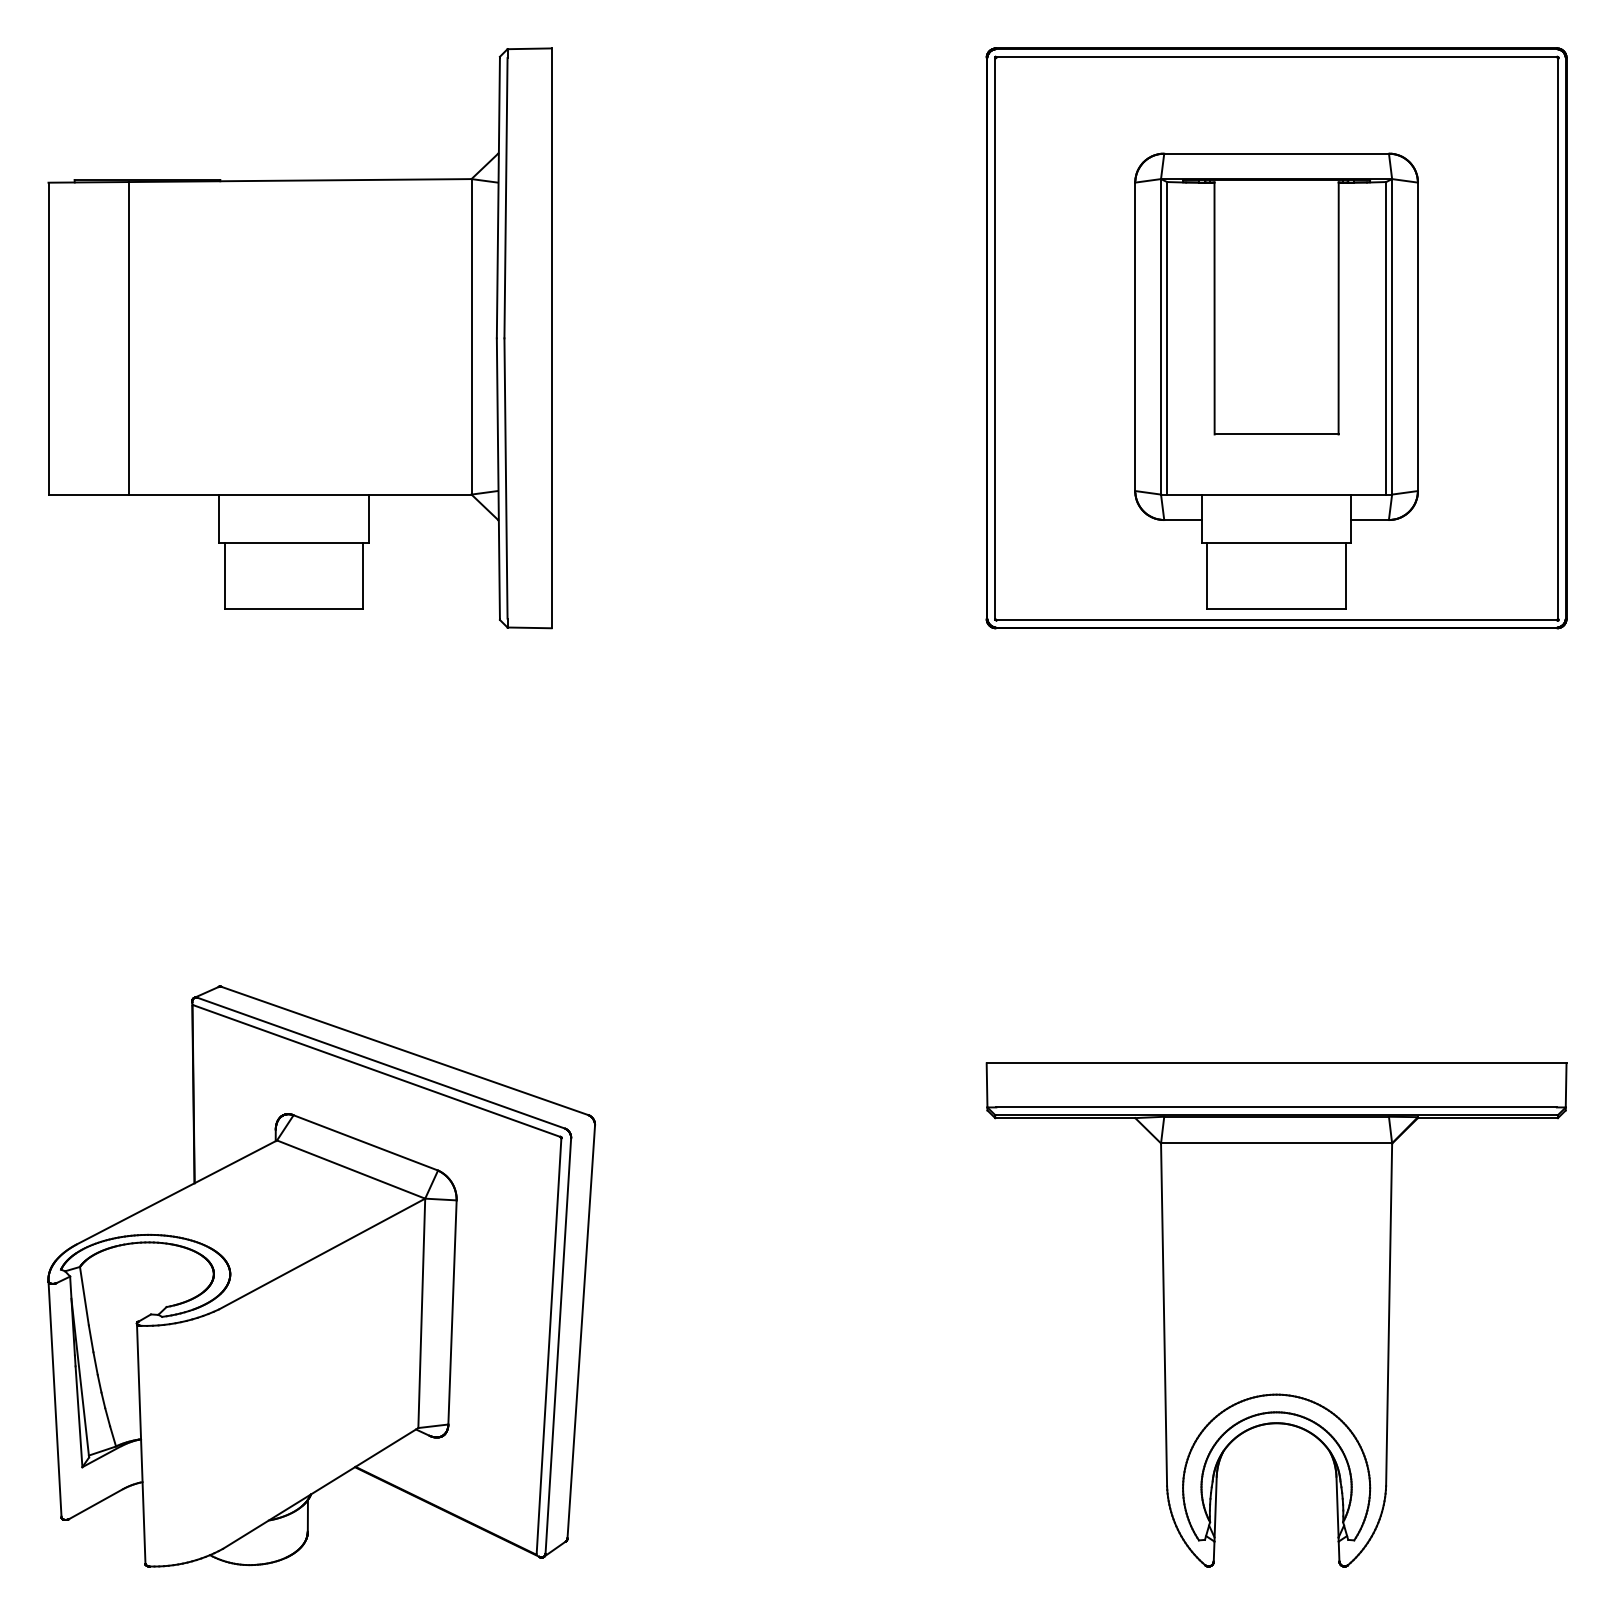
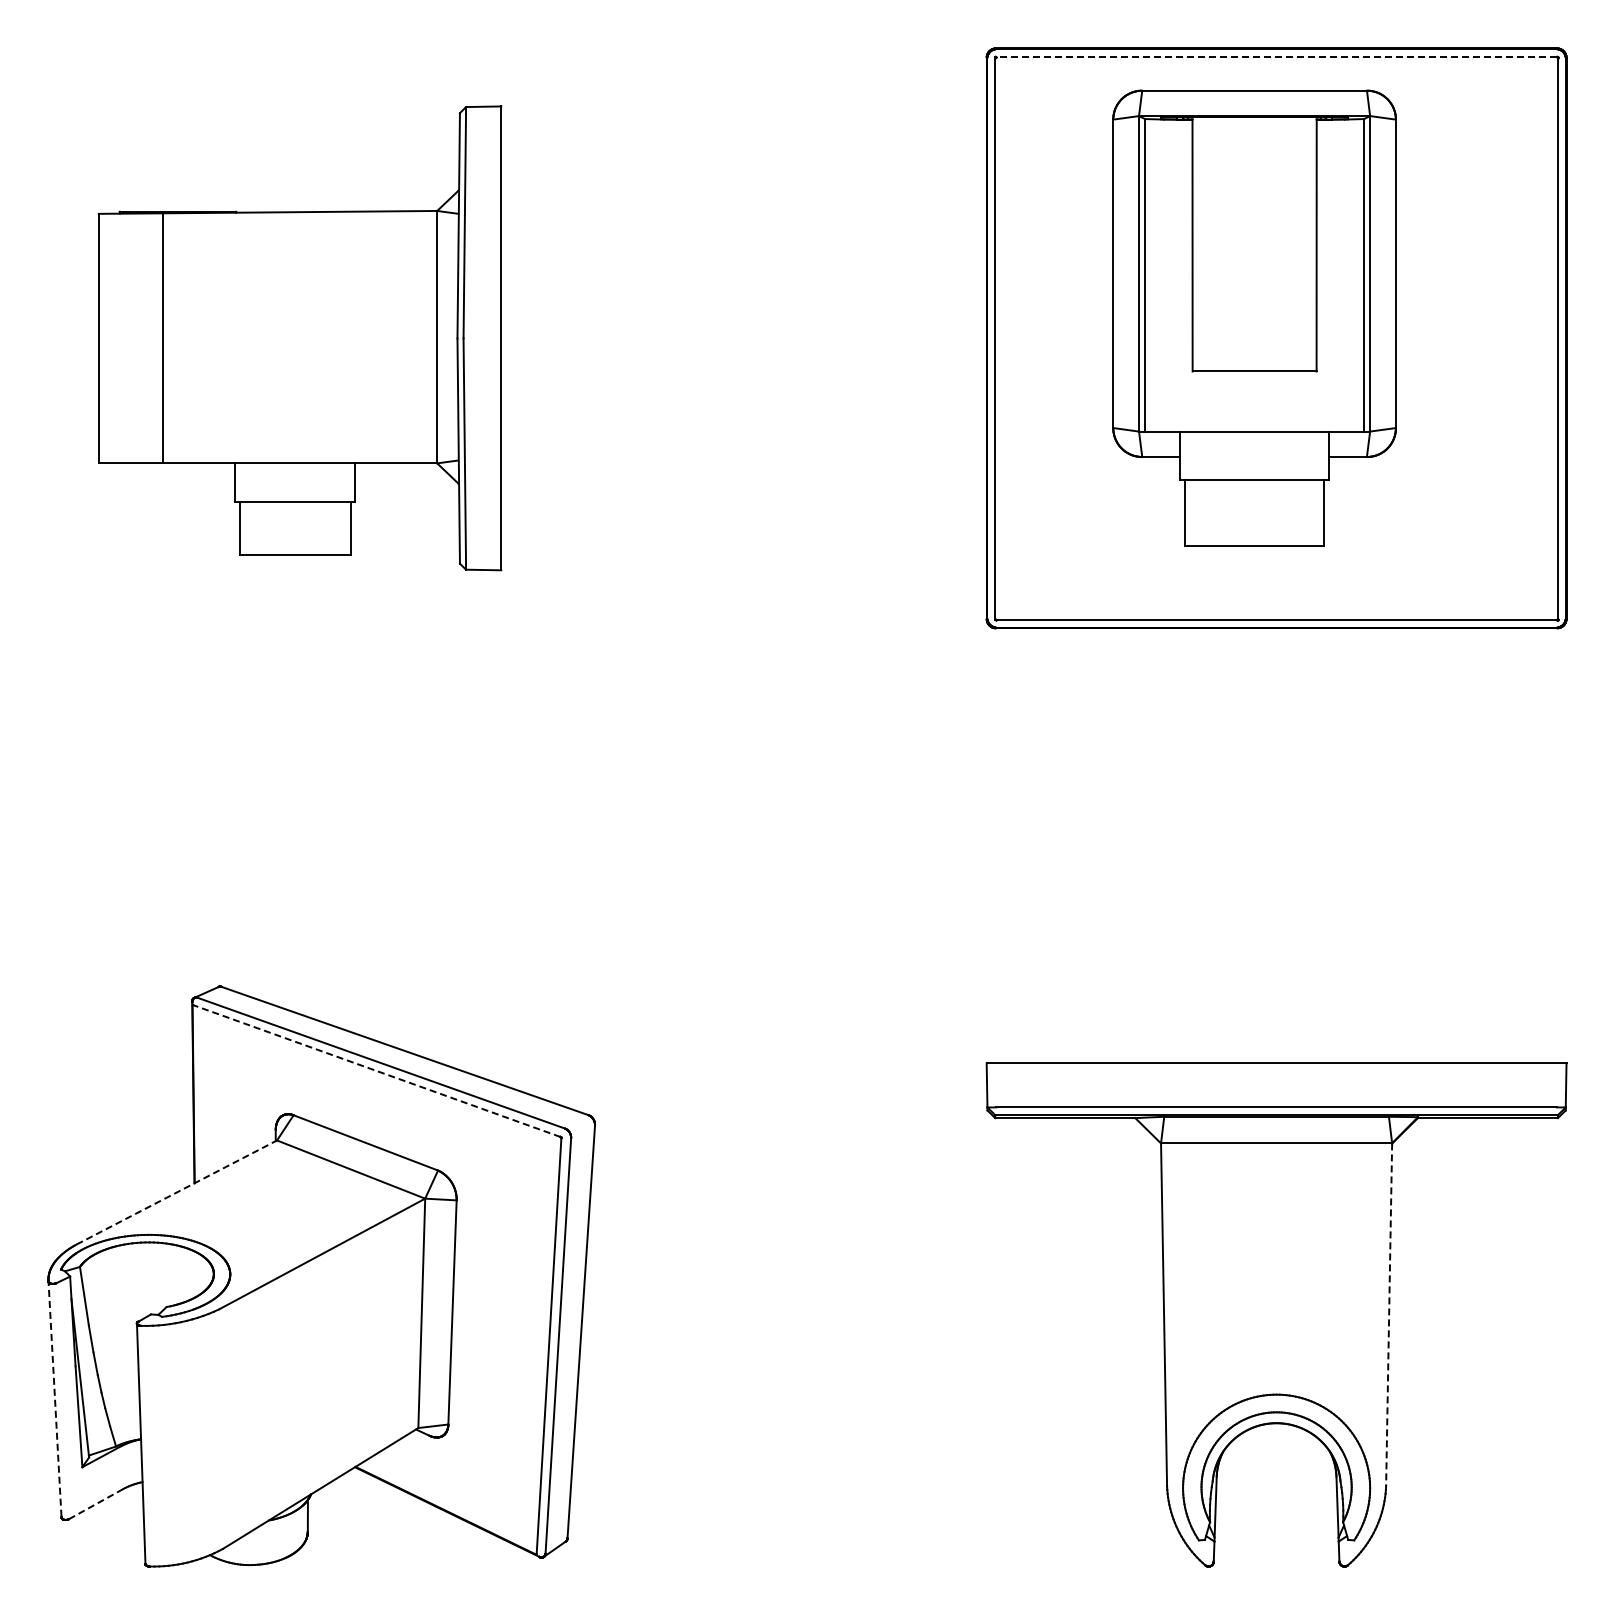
line at (1276, 56): solid -> dashed
part at (299, 338) size: 506x583 px -> 406x467 px
part at (1276, 380) position: (1276, 380) -> (1254, 317)
line at (376, 1070): solid -> dashed
line at (176, 1192): solid -> dashed
line at (1389, 1315): solid -> dashed
line at (55, 1398): solid -> dashed
line at (96, 1504): solid -> dashed
